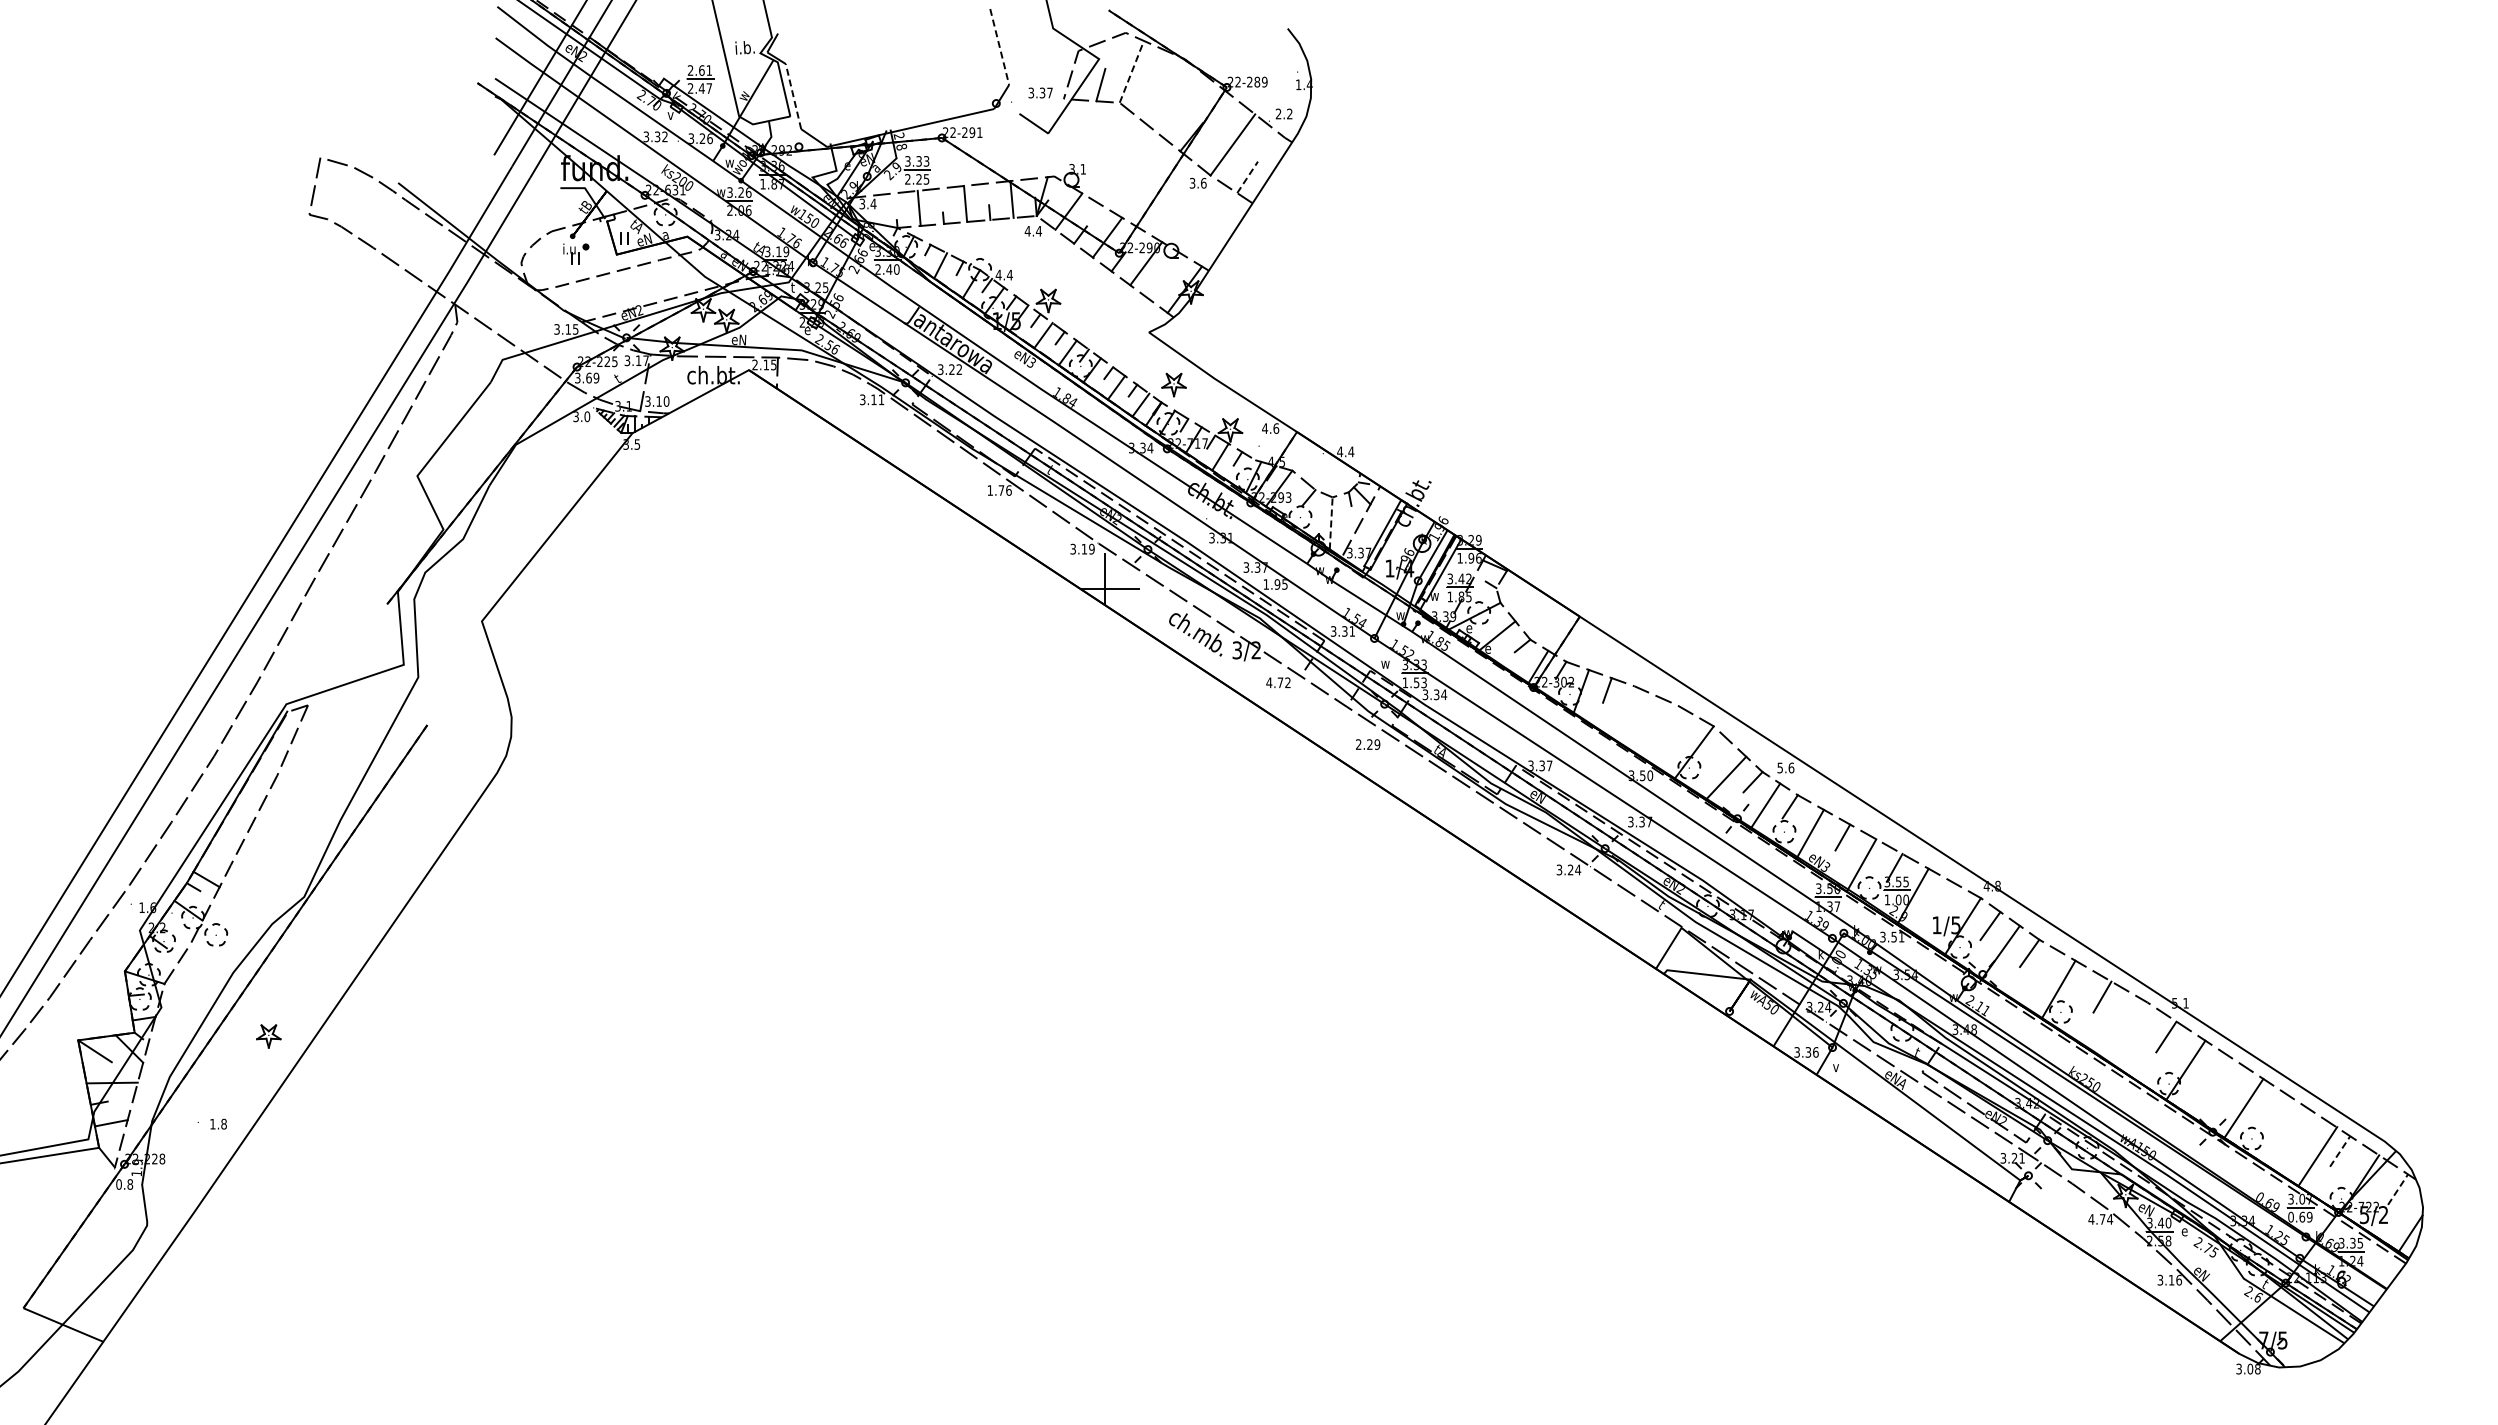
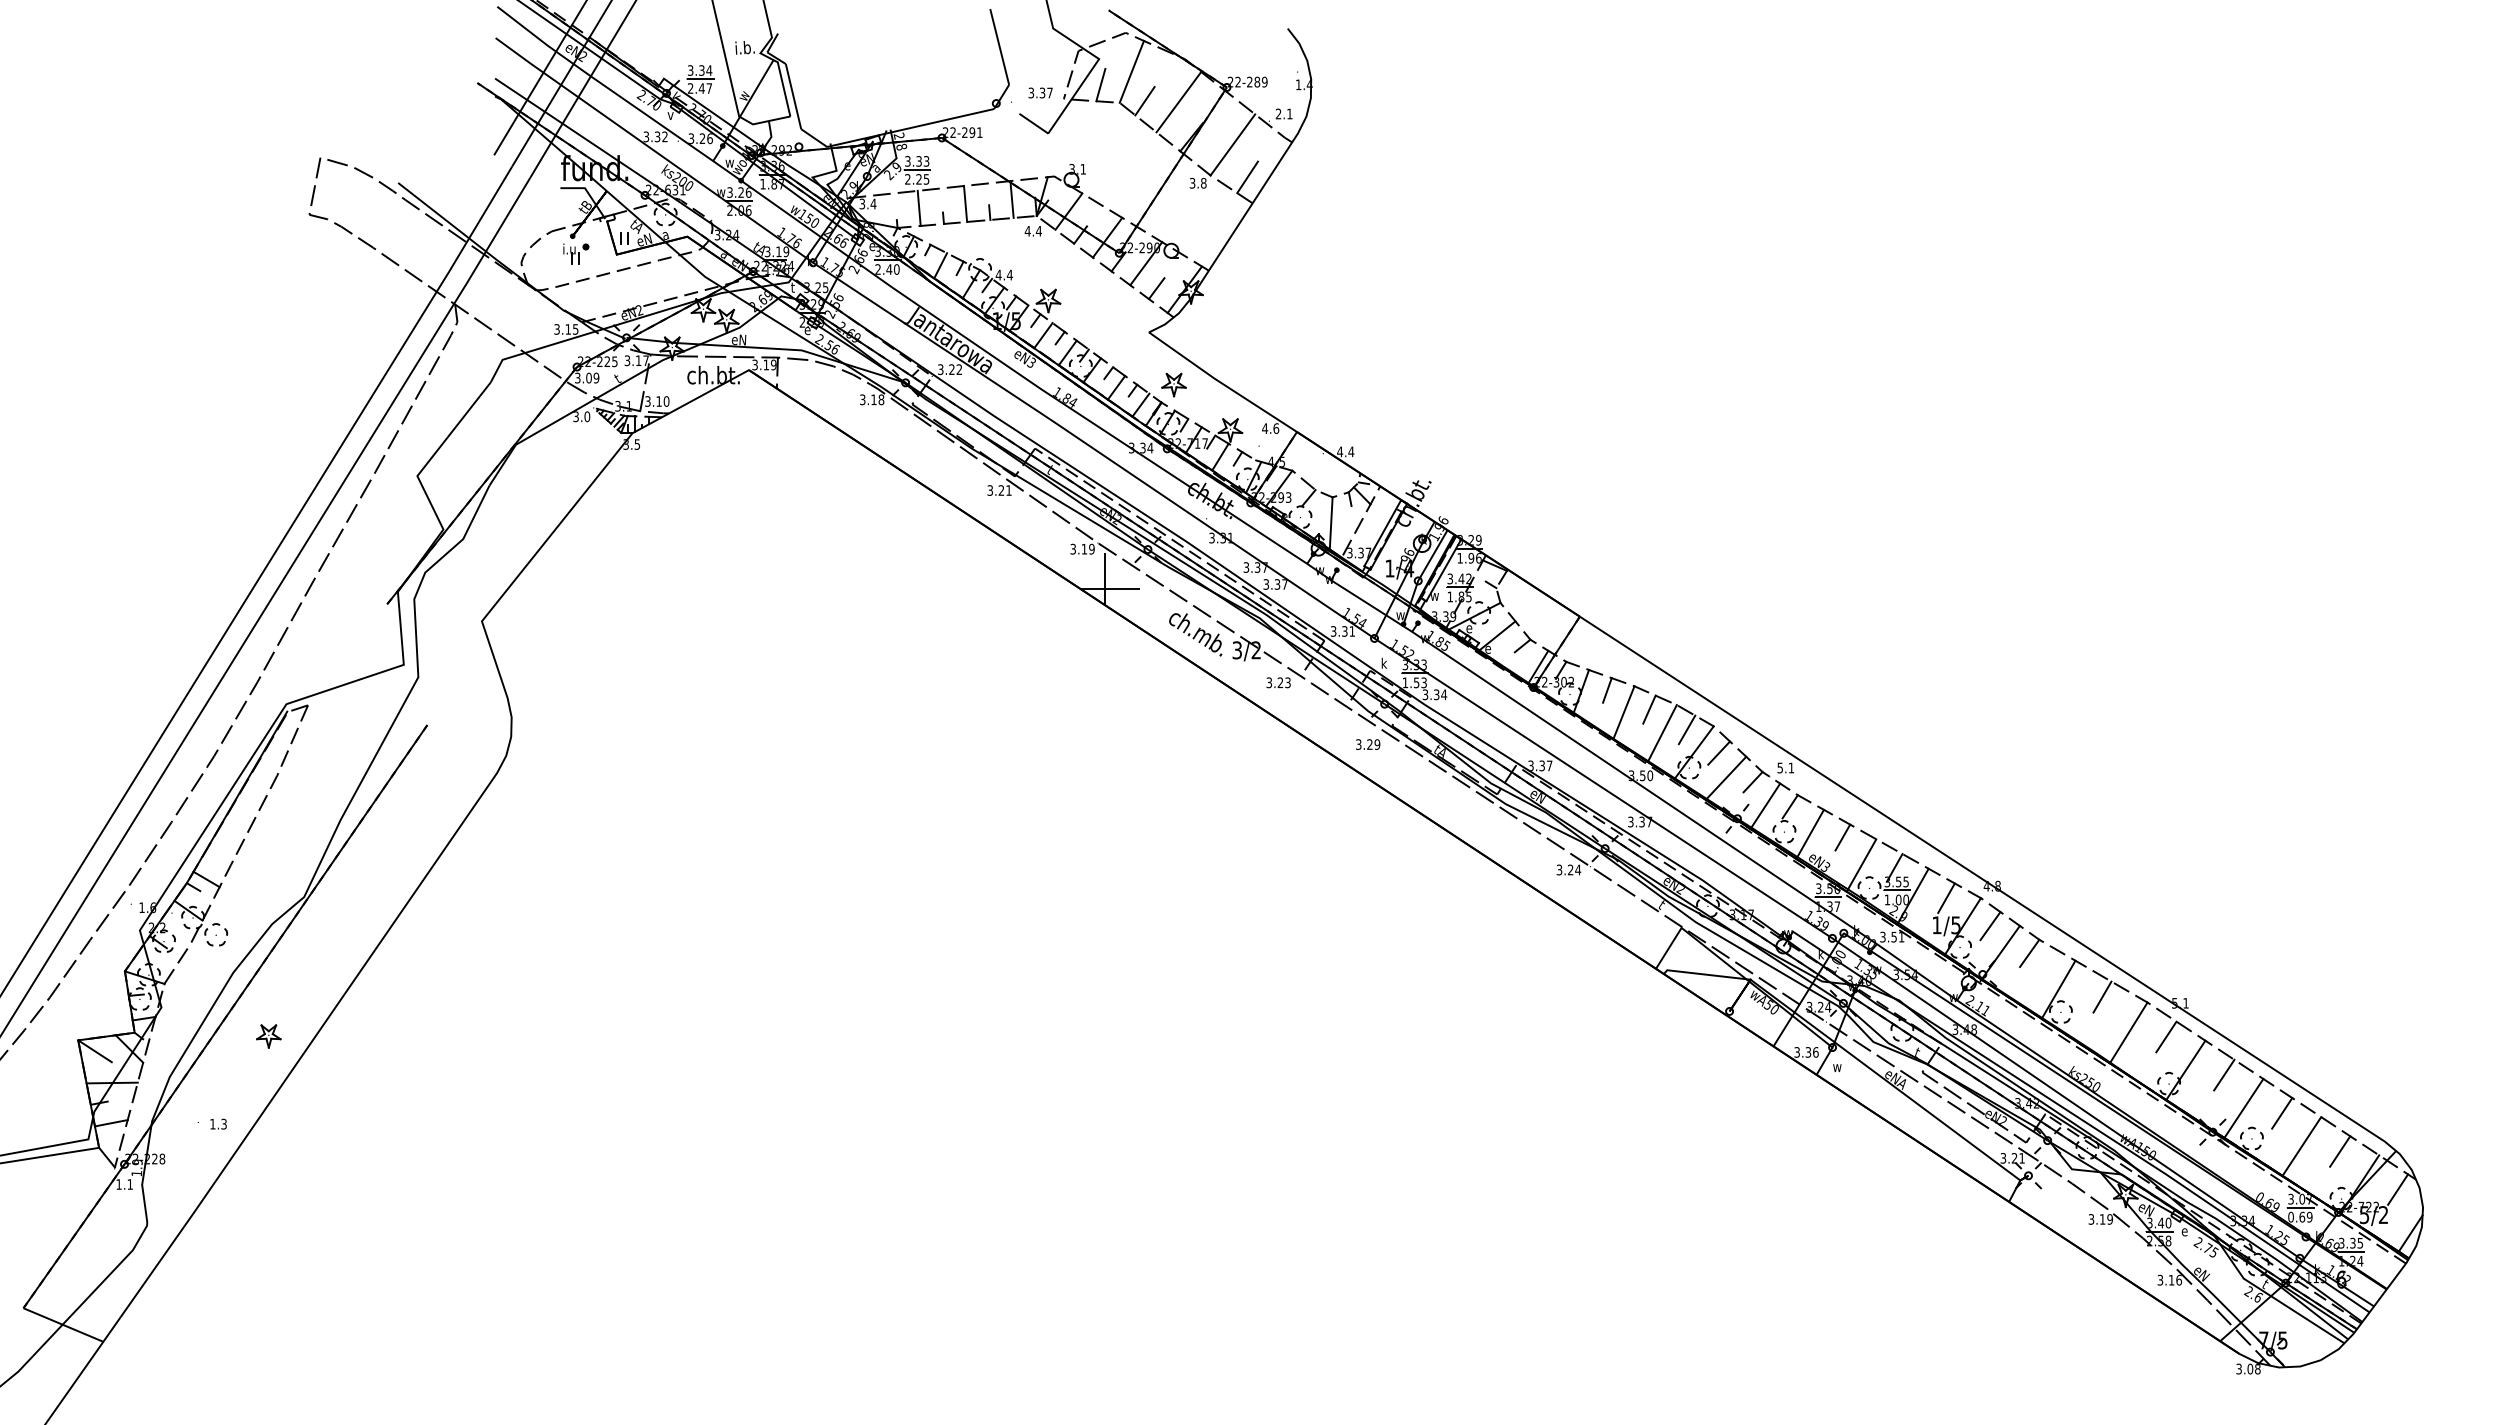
line at (999, 47): dashed -> solid
text at (699, 70): 2.61 -> 3.34
line at (1132, 71): dashed -> solid
line at (793, 96): dashed -> solid
line at (1144, 101): none -> present
line at (1178, 101): none -> present
text at (1289, 113): 2.2 -> 2.1
line at (1247, 177): dashed -> solid
text at (1203, 183): 3.6 -> 3.8
line at (1156, 288): none -> present
text at (764, 364): 2.15 -> 3.19
text at (588, 377): 3.69 -> 3.09
text at (881, 399): 3.11 -> 3.18
text at (999, 490): 1.76 -> 3.21
line at (1331, 522): dashed -> solid
text at (1275, 584): 1.95 -> 3.37
text at (1385, 662): w -> k
text at (1278, 682): 4.72 -> 3.23
line at (1649, 709): none -> present
line at (1623, 712): none -> present
line at (1686, 729): none -> present
line at (1661, 733): none -> present
text at (1358, 744): 2.29 -> 3.29
line at (1719, 752): none -> present
text at (1791, 767): 5.6 -> 5.1
line at (1946, 897): none -> present
line at (2128, 1032): none -> present
text at (1837, 1068): v -> w
line at (2224, 1074): none -> present
line at (2282, 1113): none -> present
text at (223, 1124): 1.8 -> 1.3
line at (2340, 1151): dashed -> solid
line at (2317, 1156) position: (2317, 1156) -> (2301, 1146)
text at (124, 1184): 0.8 -> 1.1
line at (2398, 1189): dashed -> solid
text at (2100, 1219): 4.74 -> 3.19
